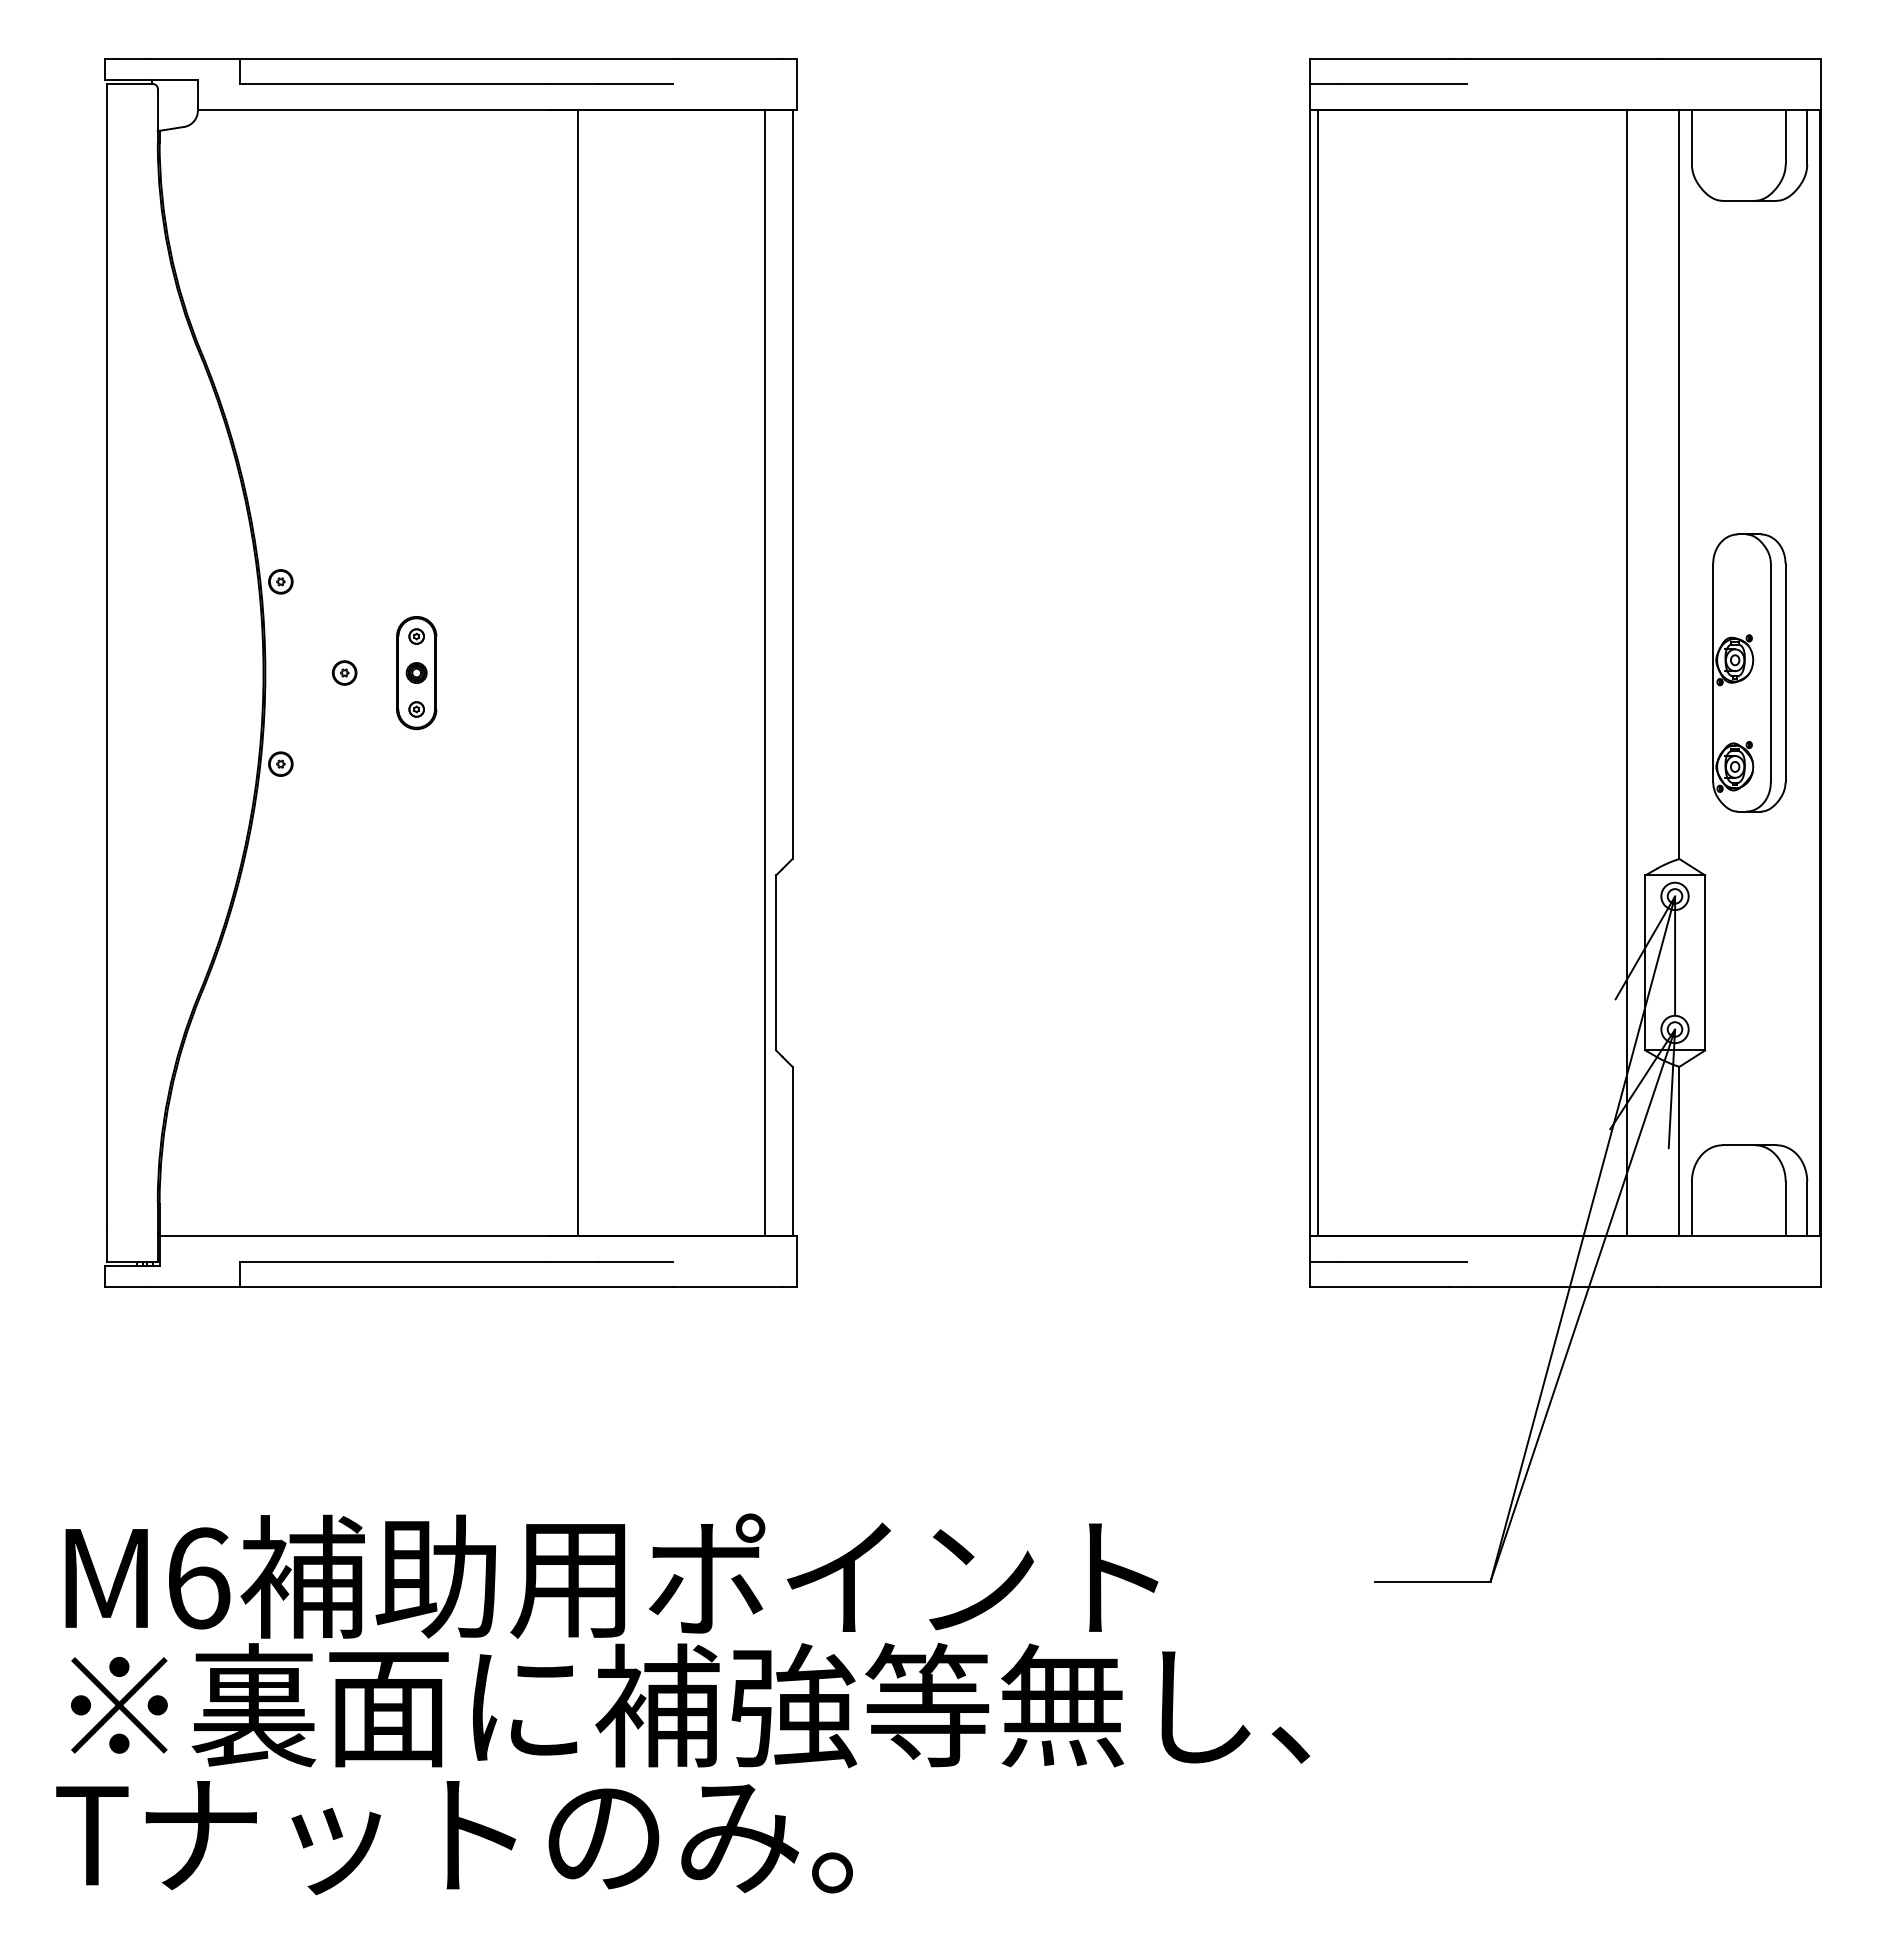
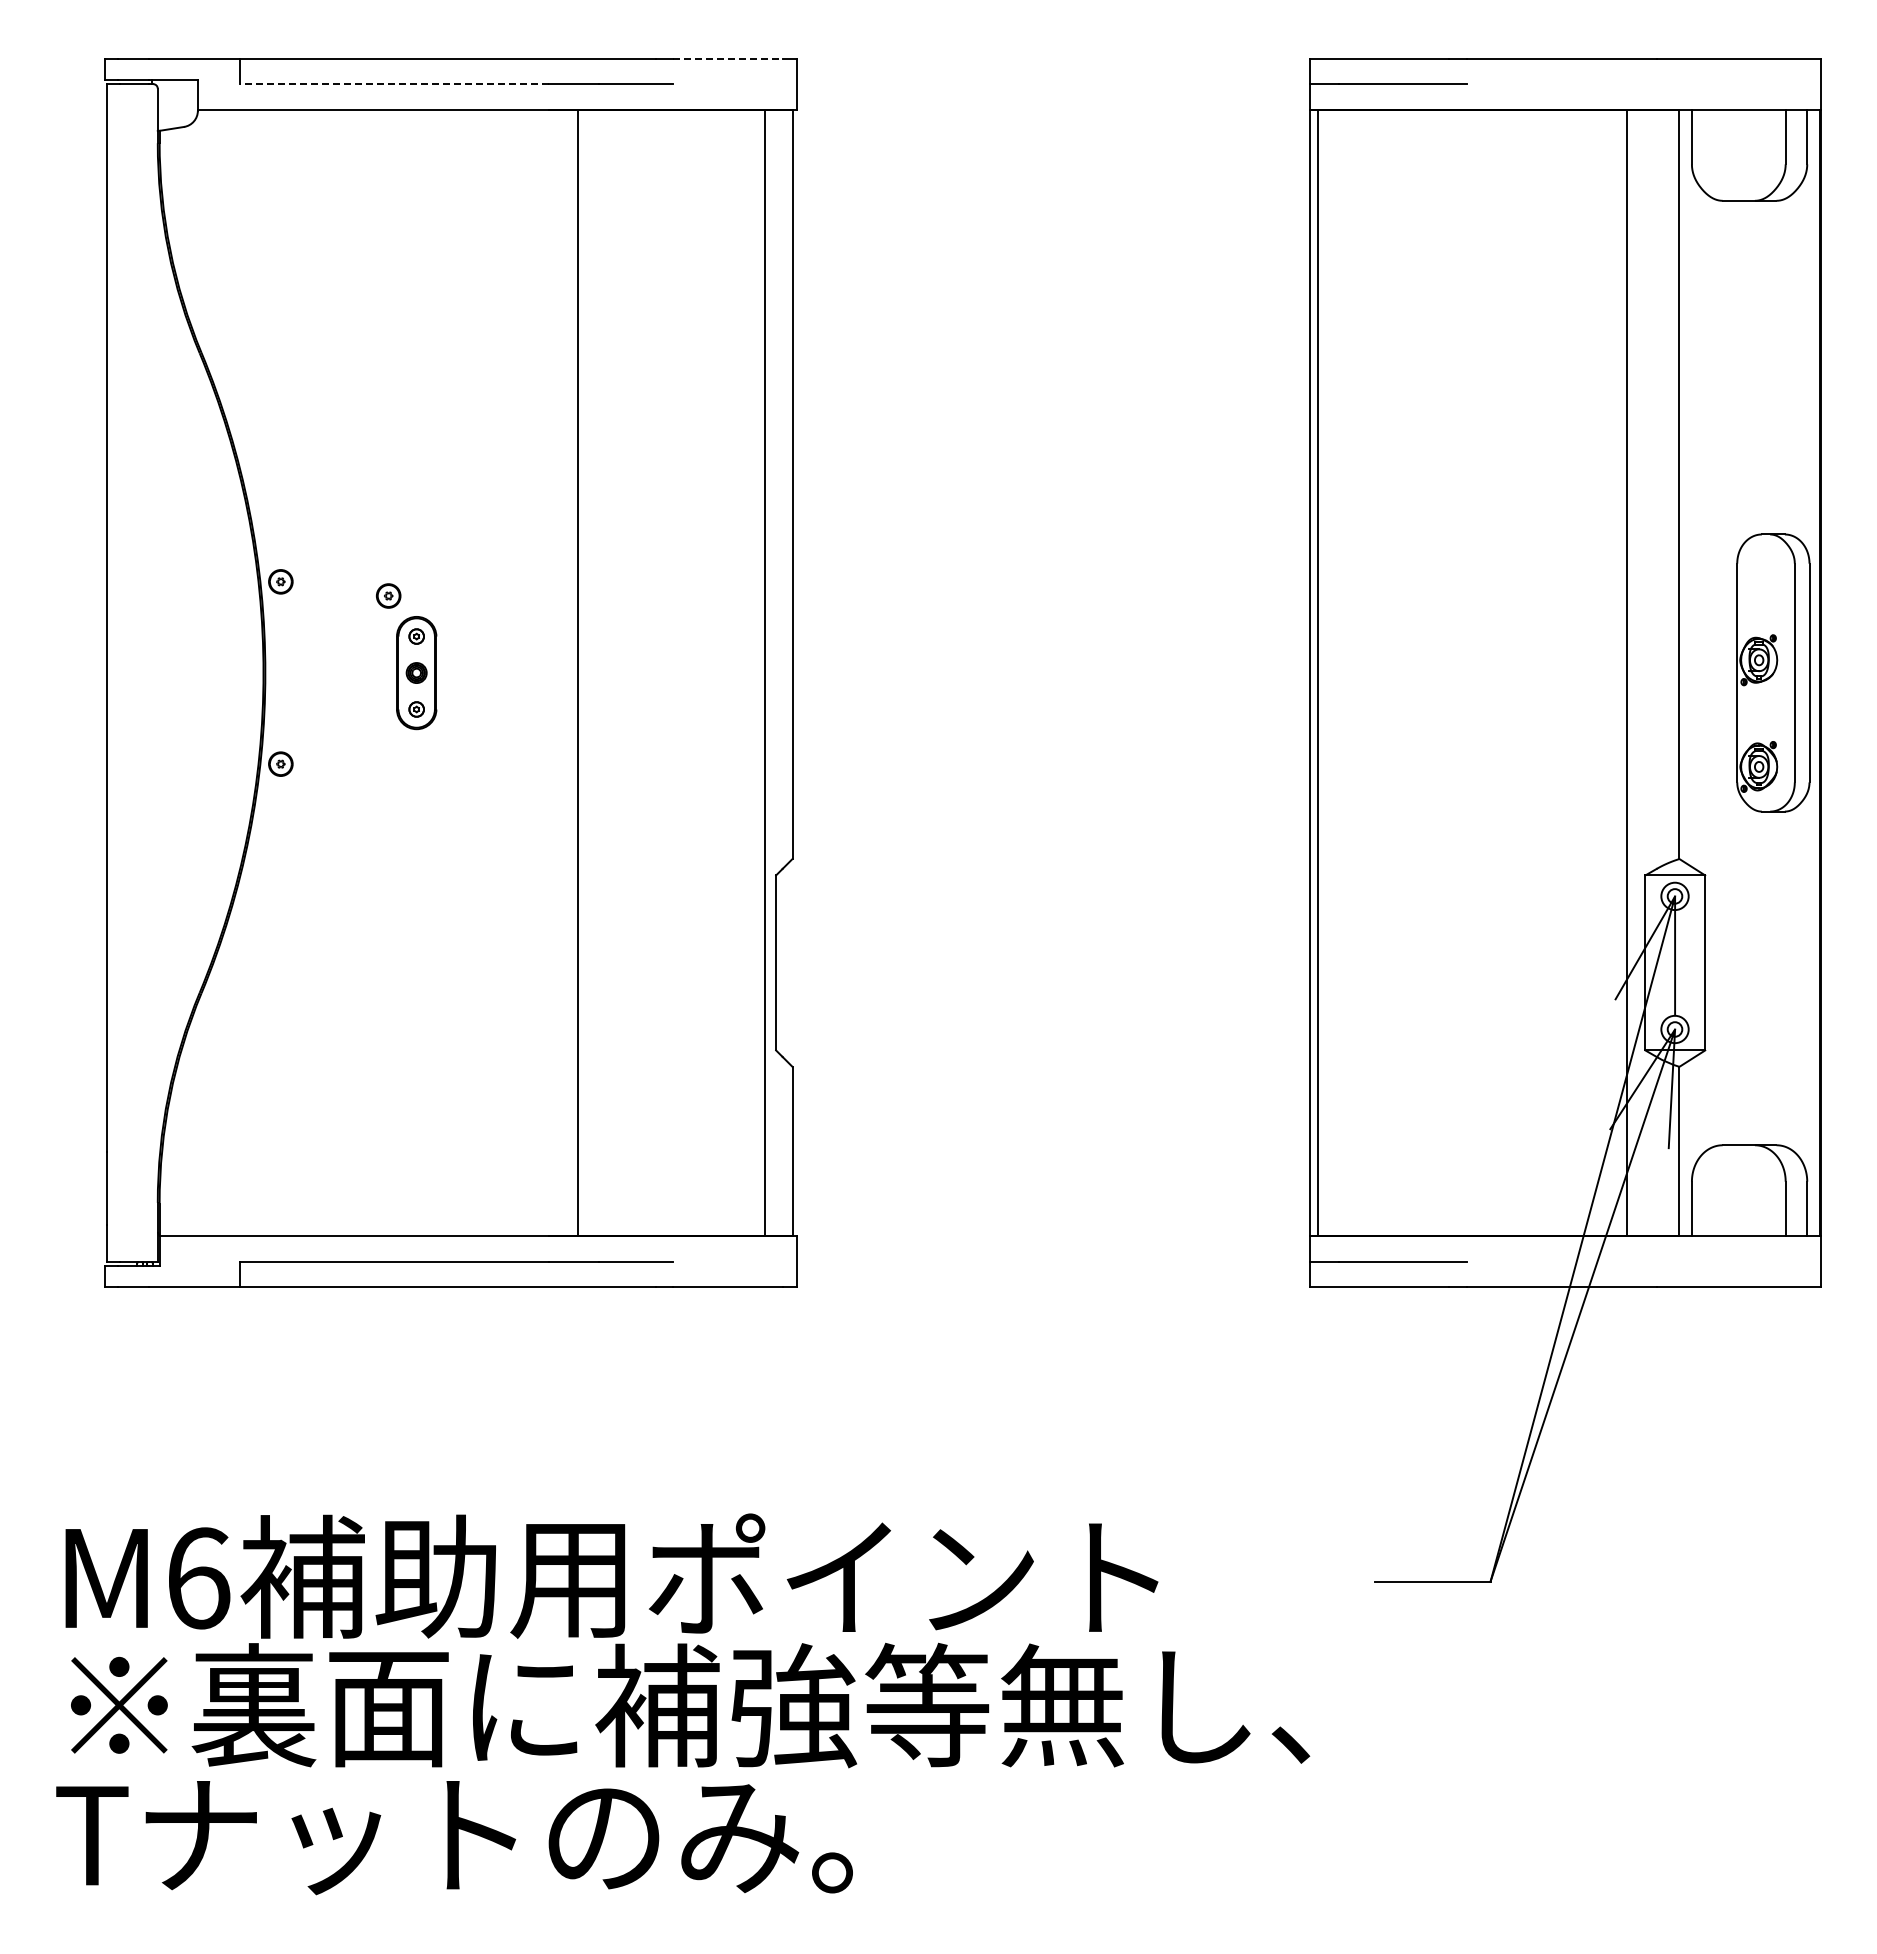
line at (727, 58): solid -> dashed
line at (394, 84): solid -> dashed
part at (344, 672) position: (344, 672) -> (388, 595)
part at (1749, 672) position: (1749, 672) -> (1773, 672)
